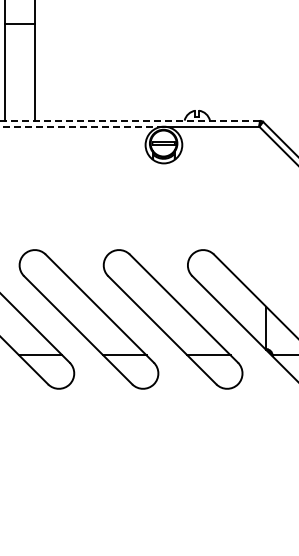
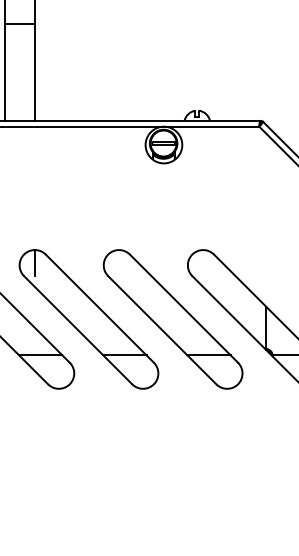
line at (130, 120): dashed -> solid
line at (81, 126): dashed -> solid
line at (35, 263): none -> present
